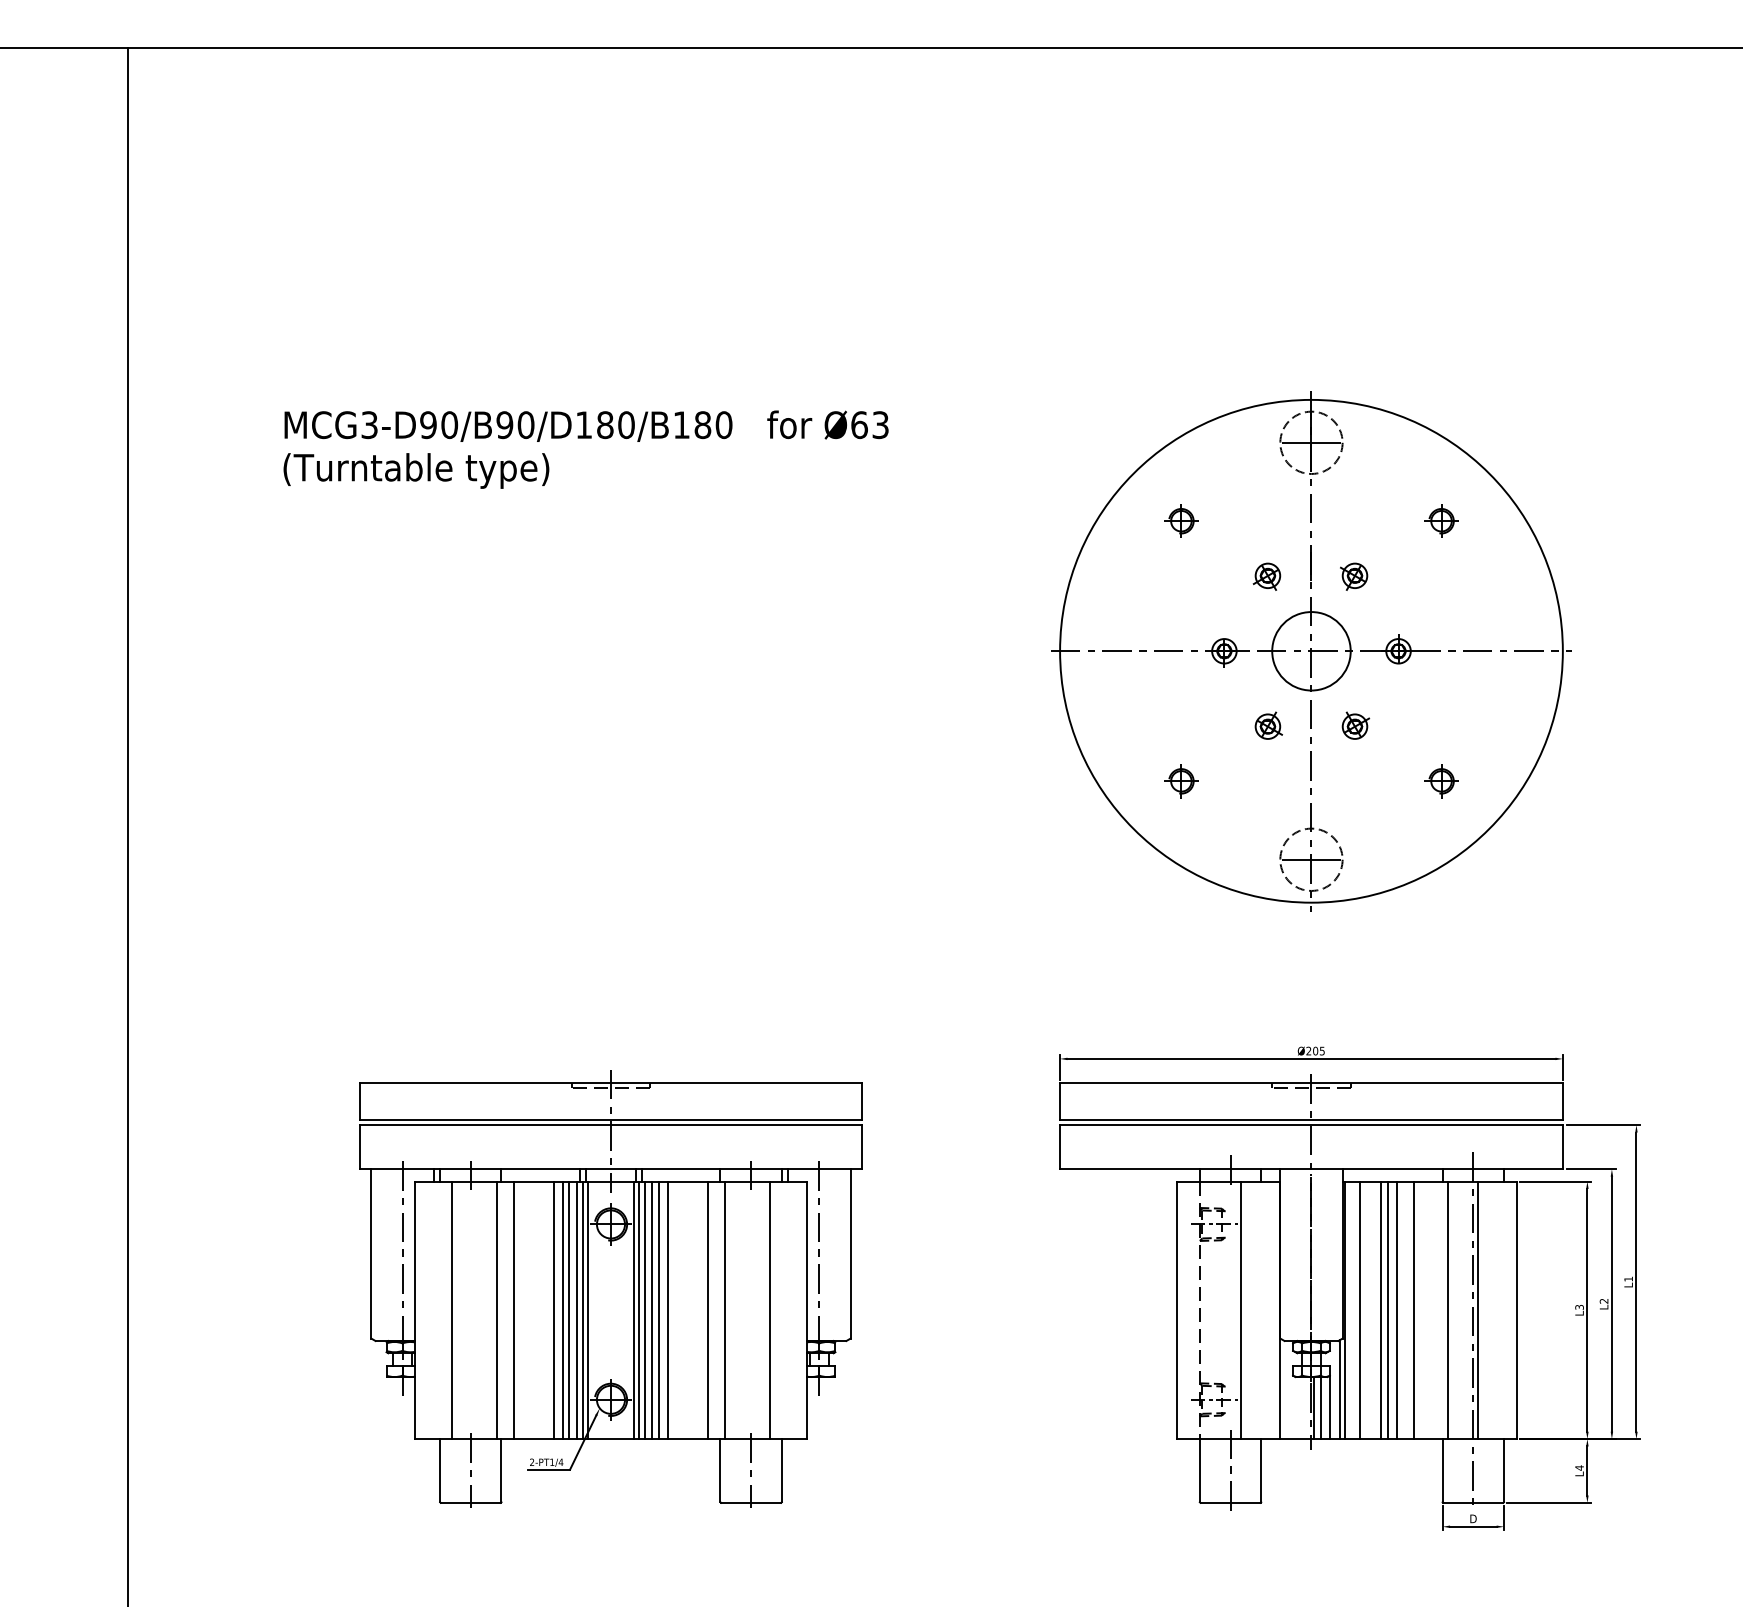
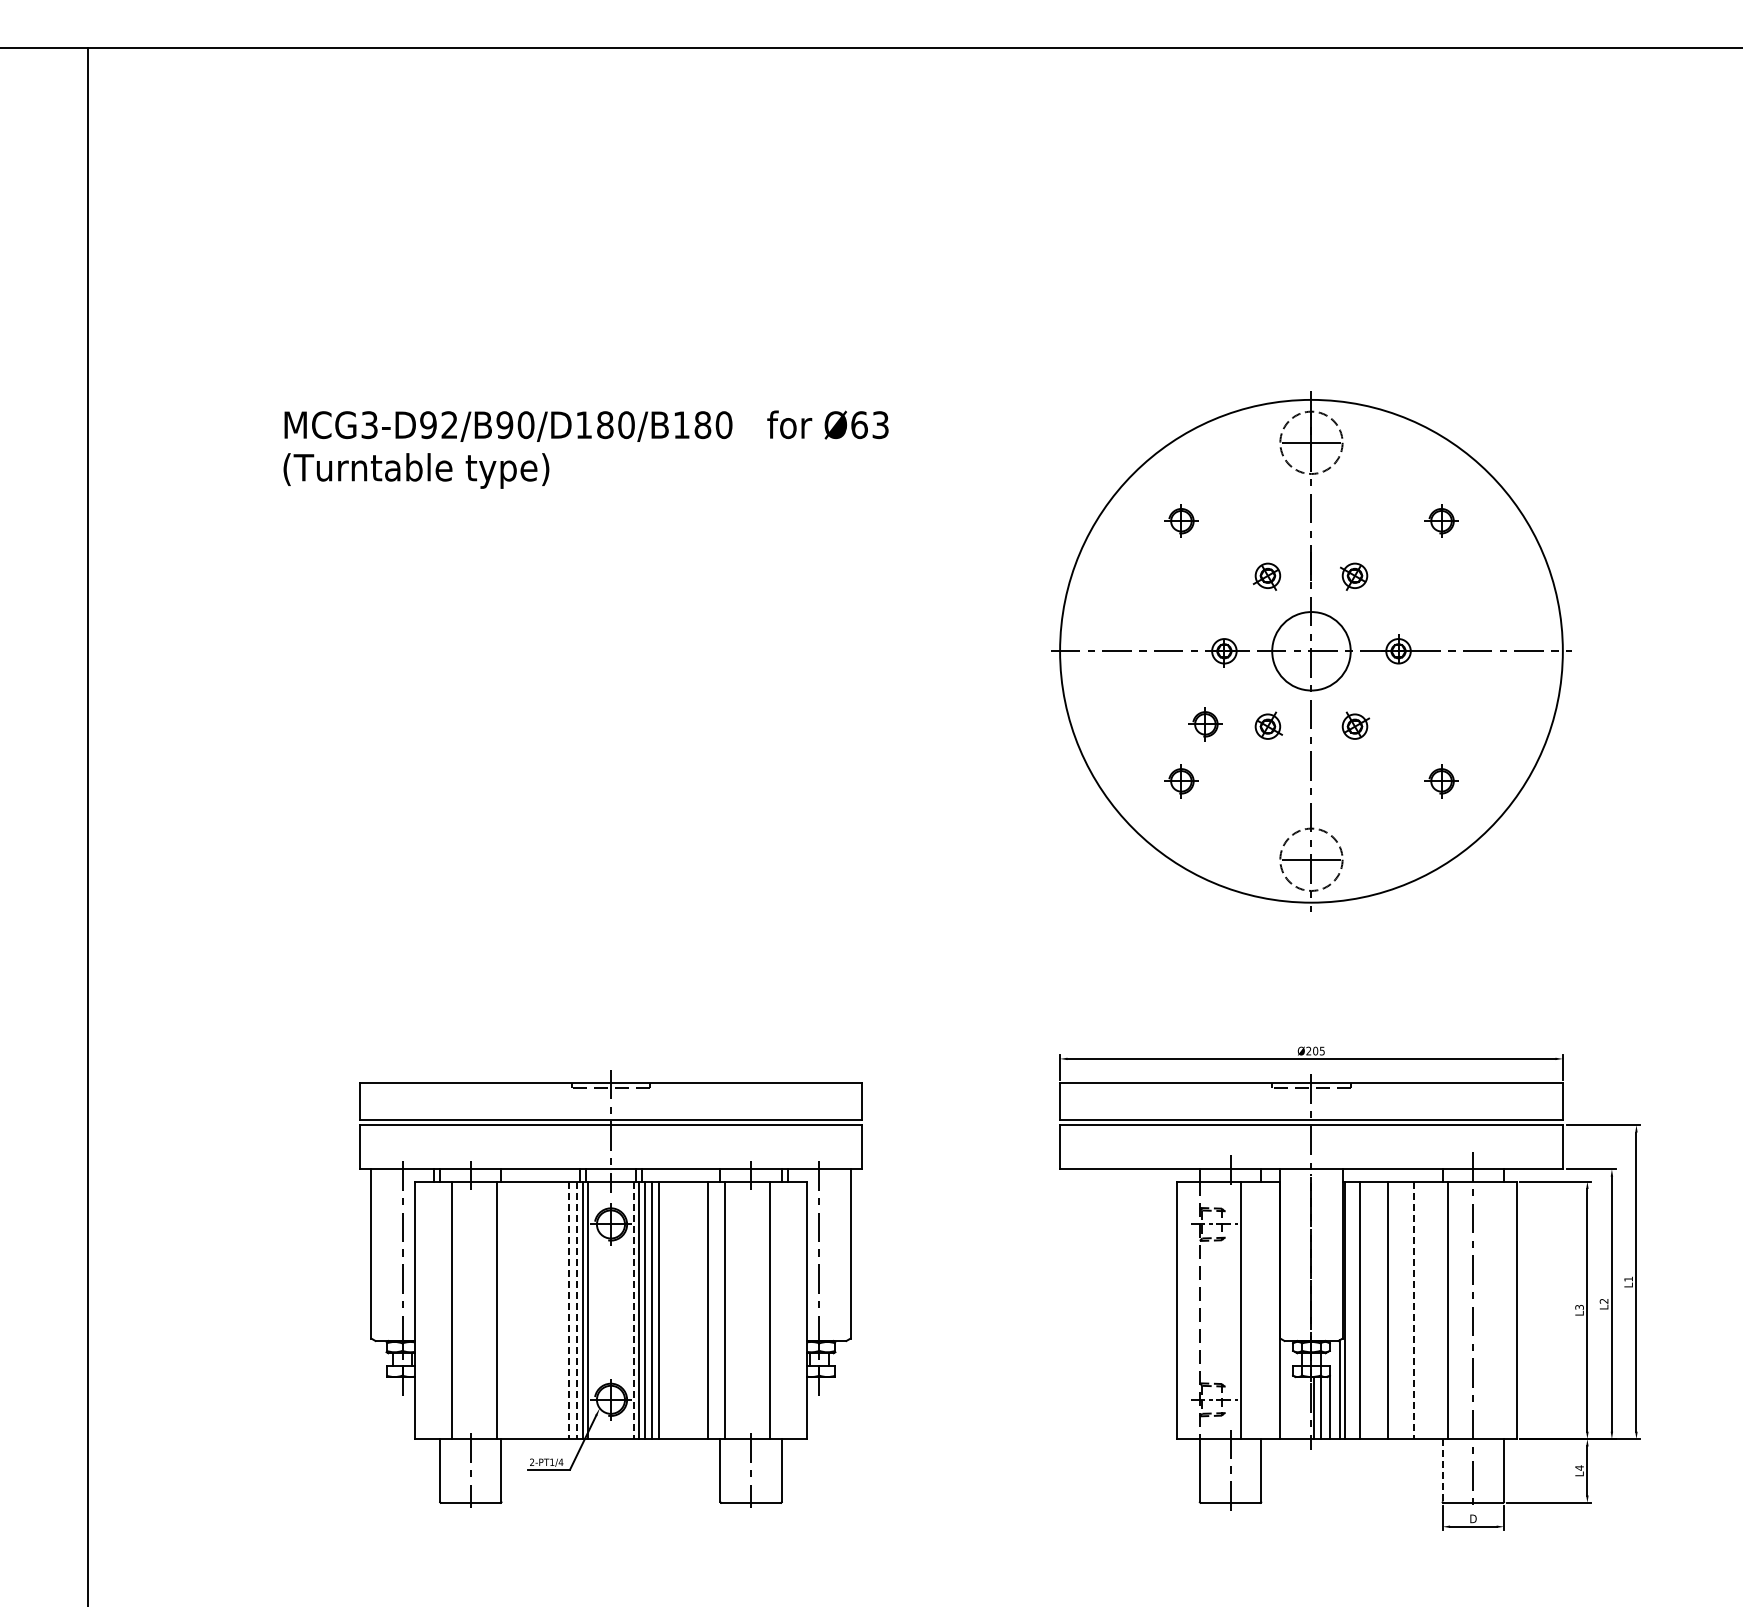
text at (449, 425): MCG3-D90/B90/D180/B180 -> MCG3-D92/B90/D180/B180
part at (1205, 724): none -> present
line at (128, 825) position: (128, 825) -> (88, 825)
line at (513, 1310): present -> none
line at (553, 1310): present -> none
line at (563, 1310): present -> none
line at (569, 1310): solid -> dashed
line at (577, 1310): solid -> dashed
line at (634, 1310): solid -> dashed
line at (668, 1310): present -> none
line at (1381, 1310): present -> none
line at (1397, 1310): present -> none
line at (1413, 1310): solid -> dashed
line at (1477, 1310): present -> none
line at (1442, 1470): solid -> dashed
